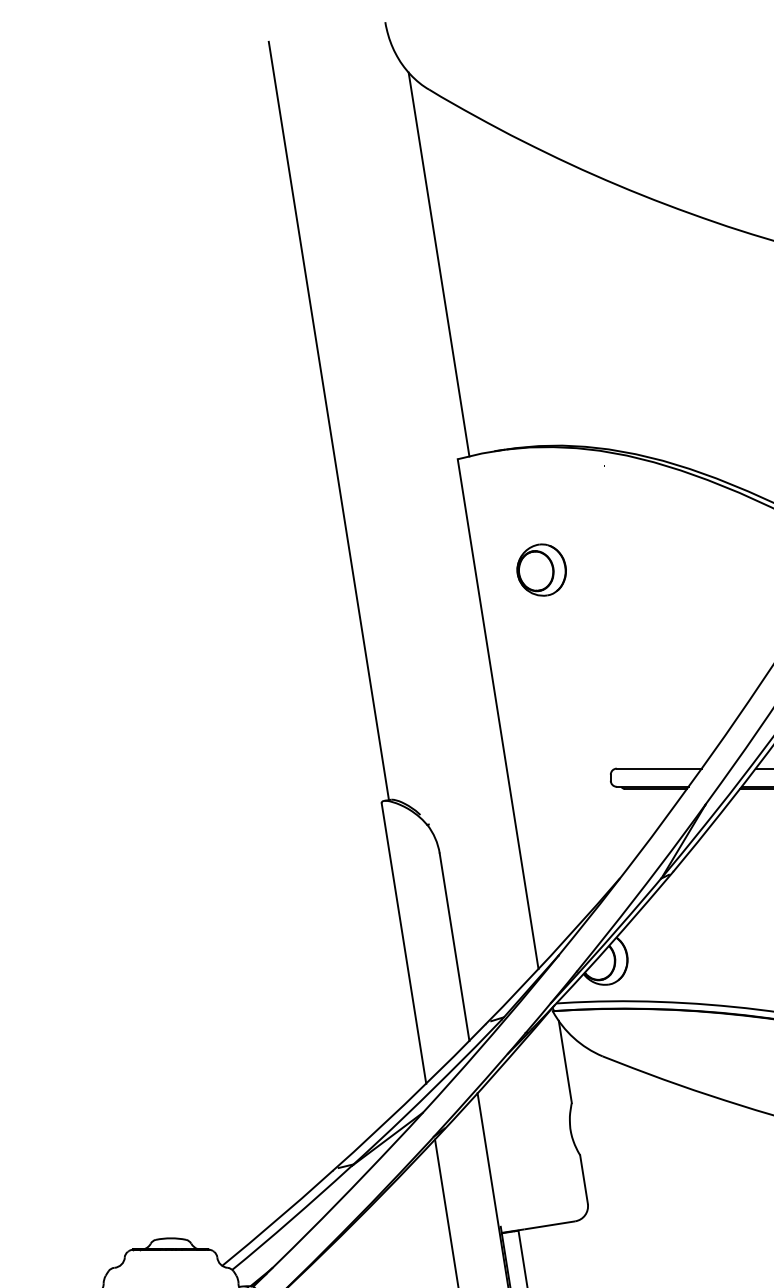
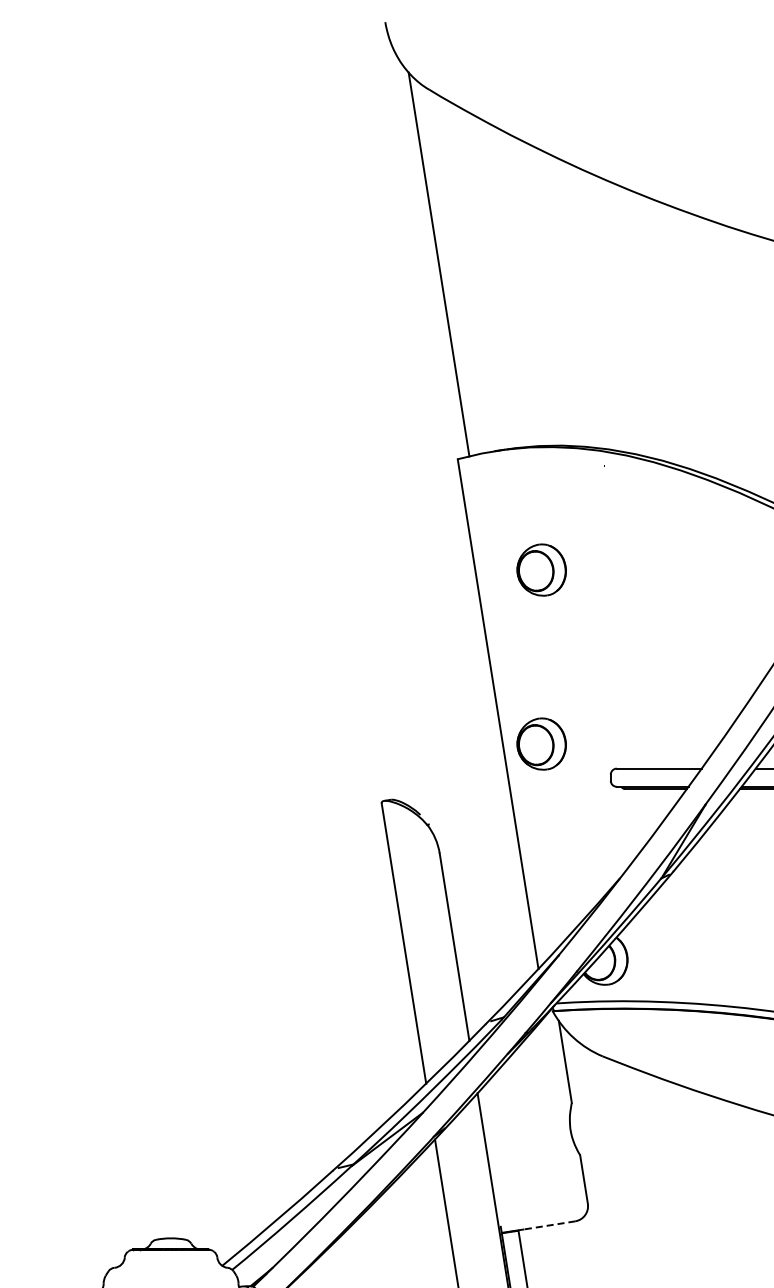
line at (328, 420): present -> none
part at (541, 743): none -> present
line at (549, 1225): solid -> dashed
